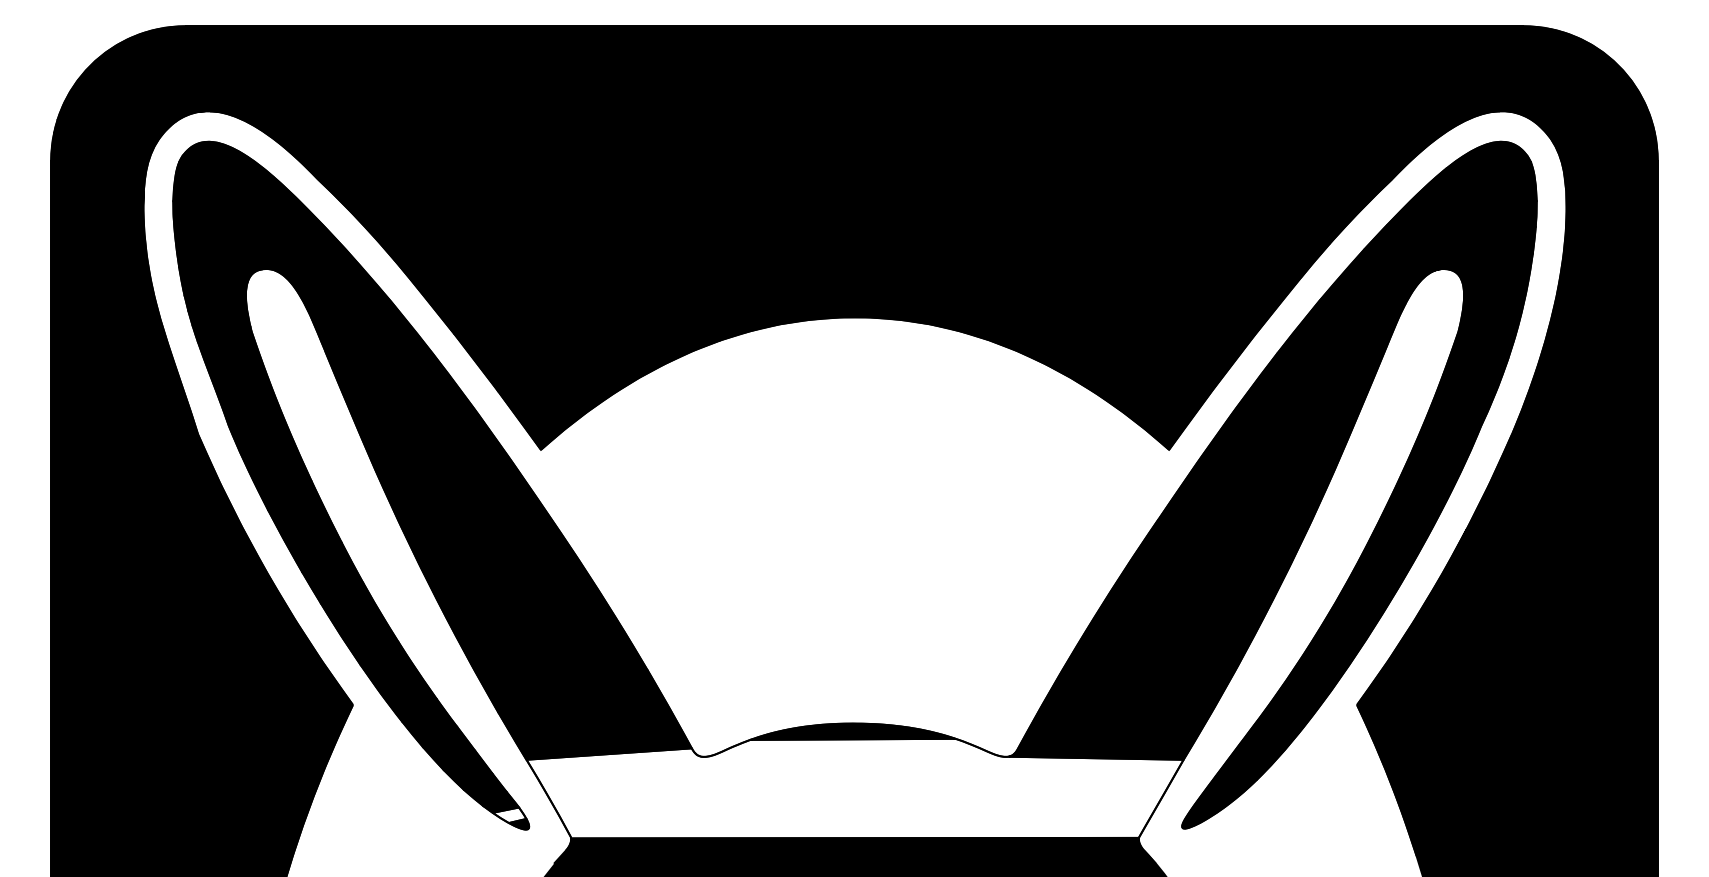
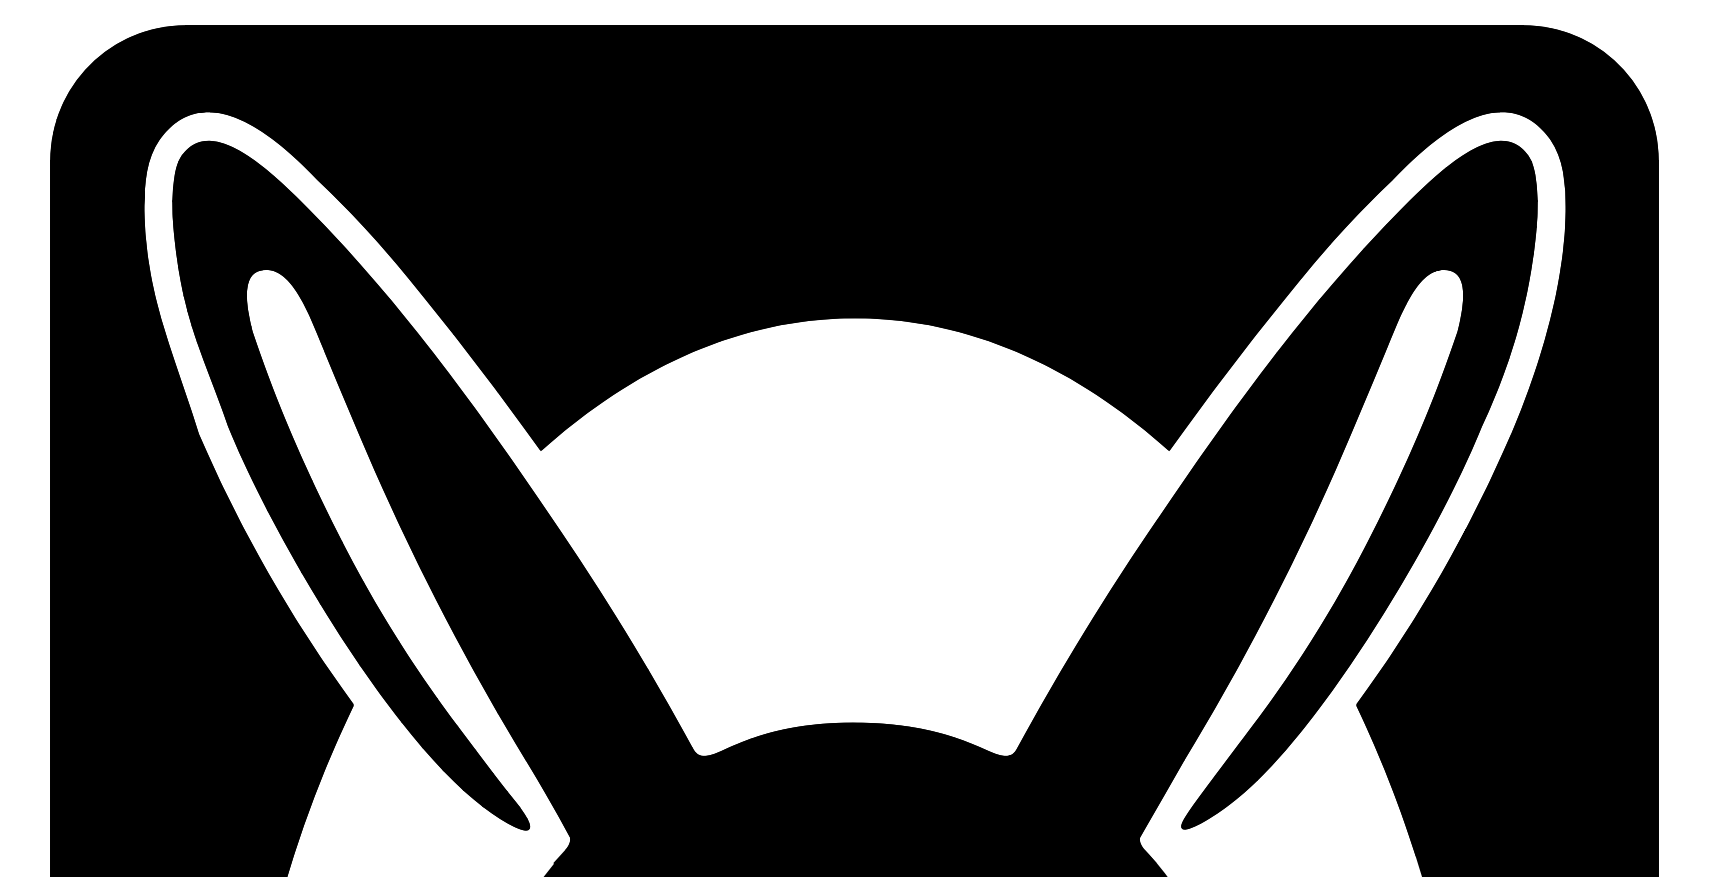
fill at (854, 788): none -> present
fill at (509, 815): none -> present
